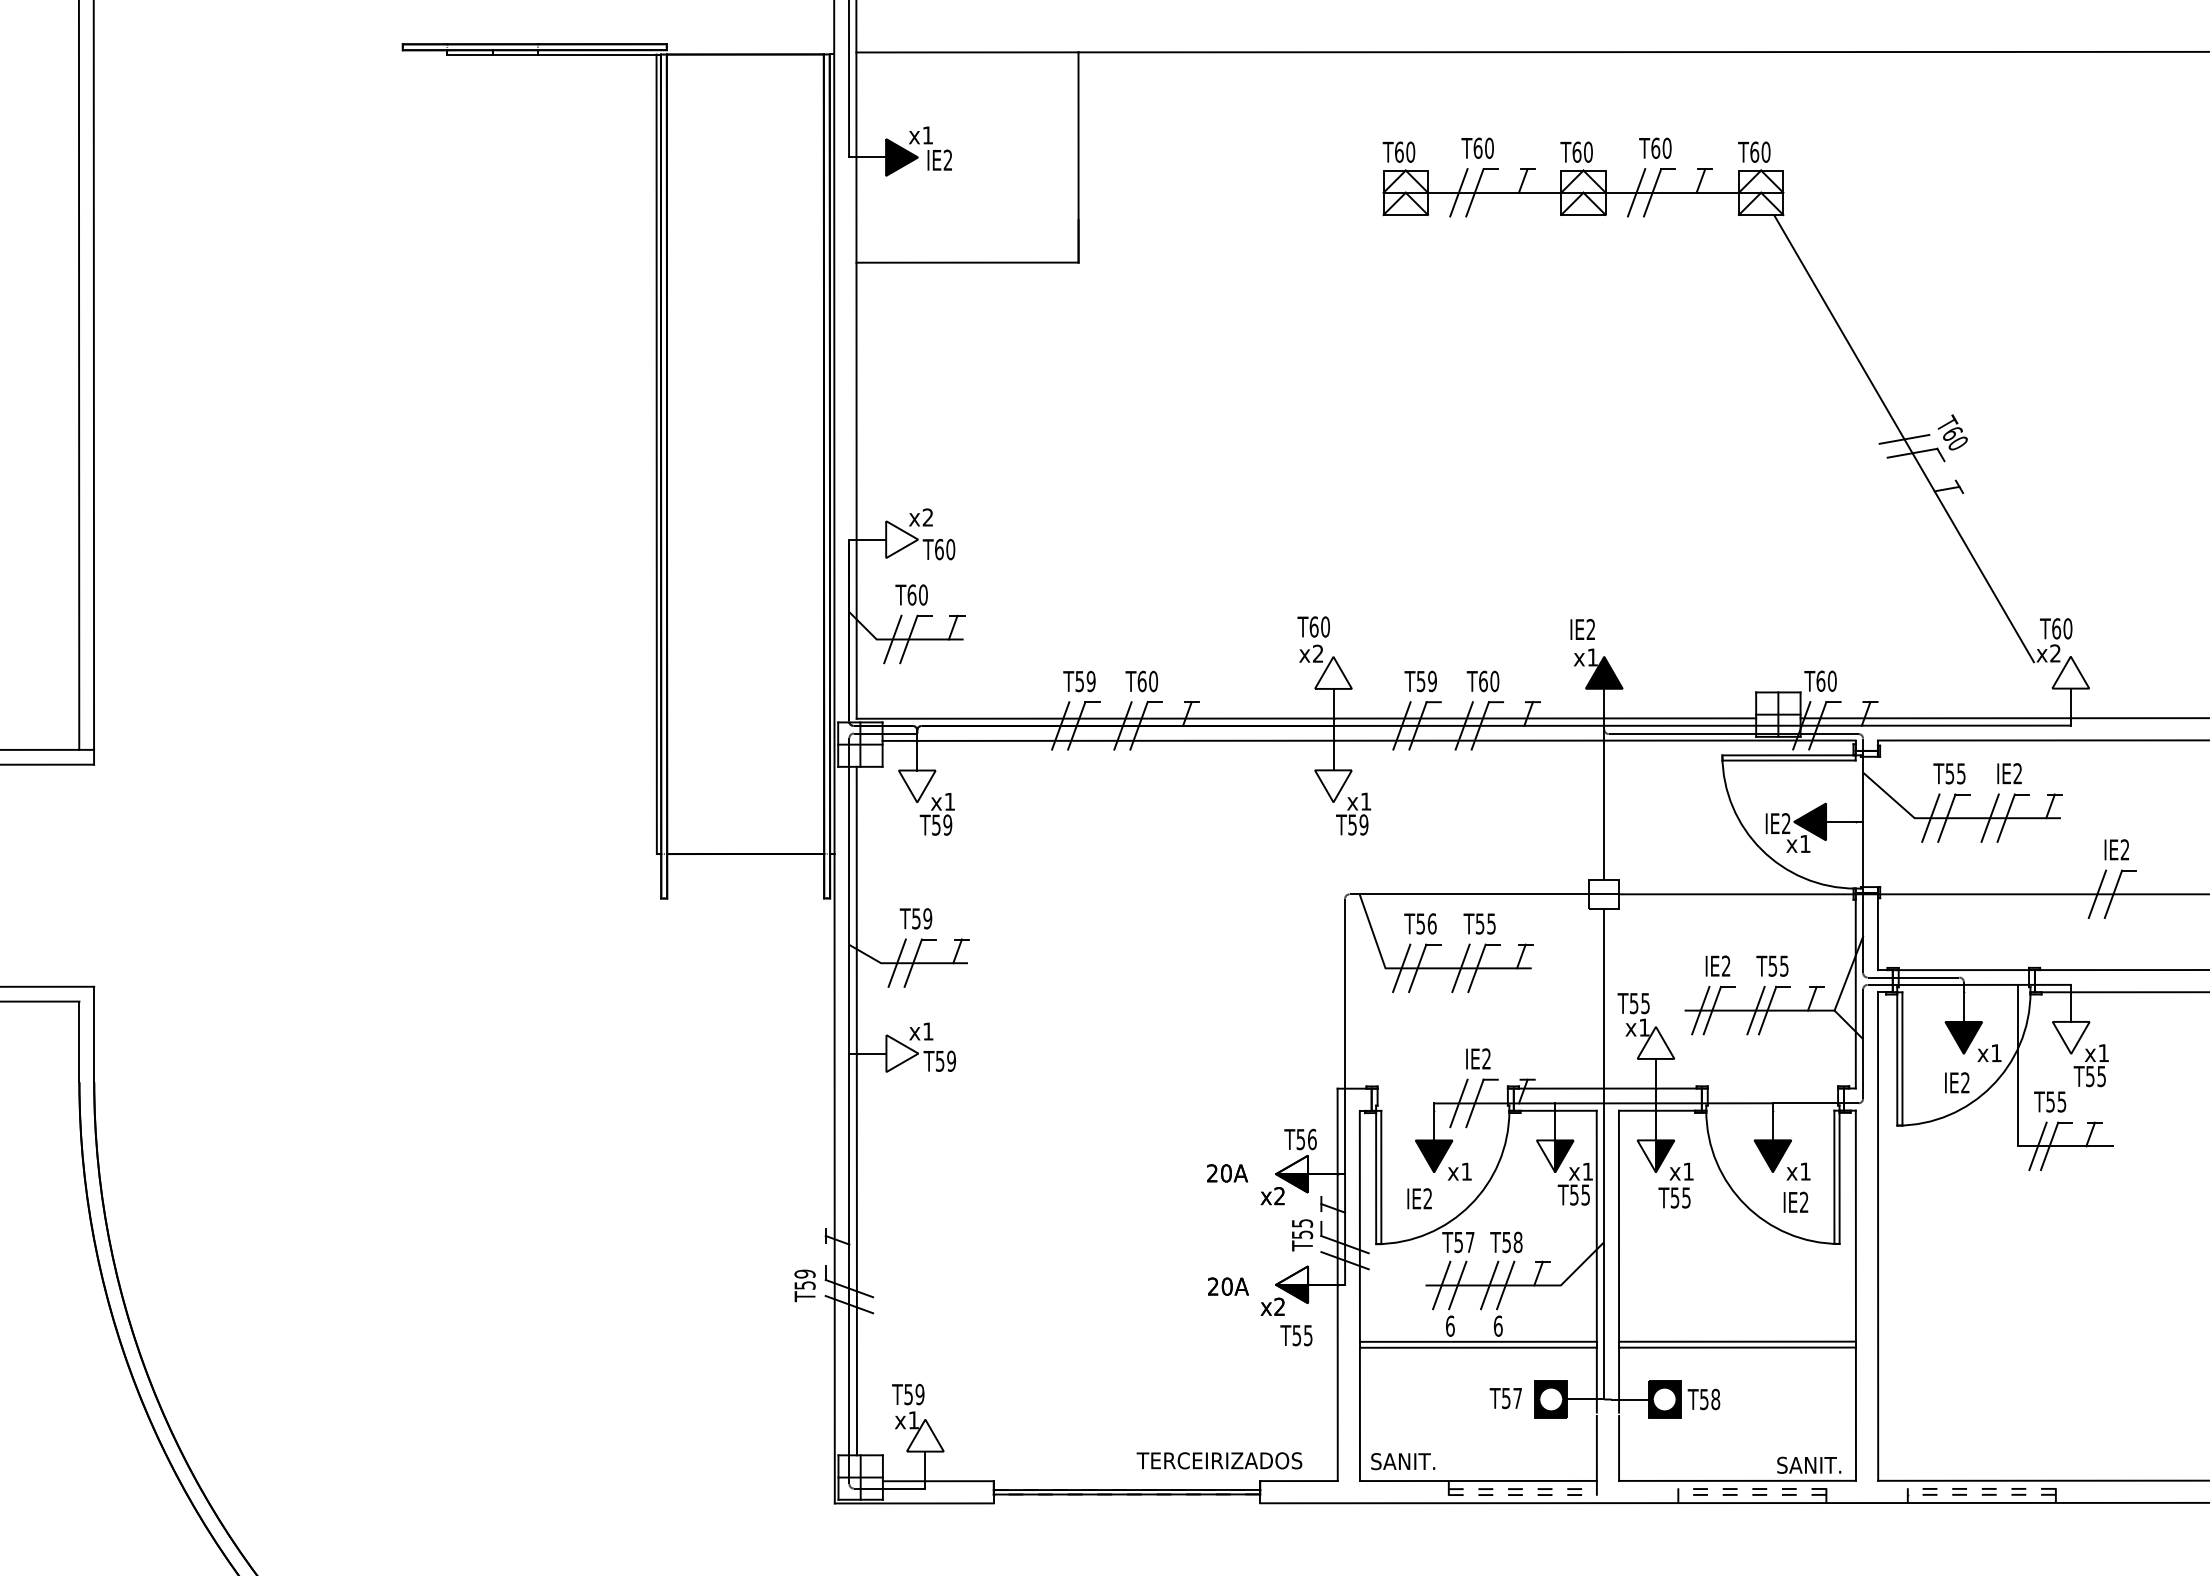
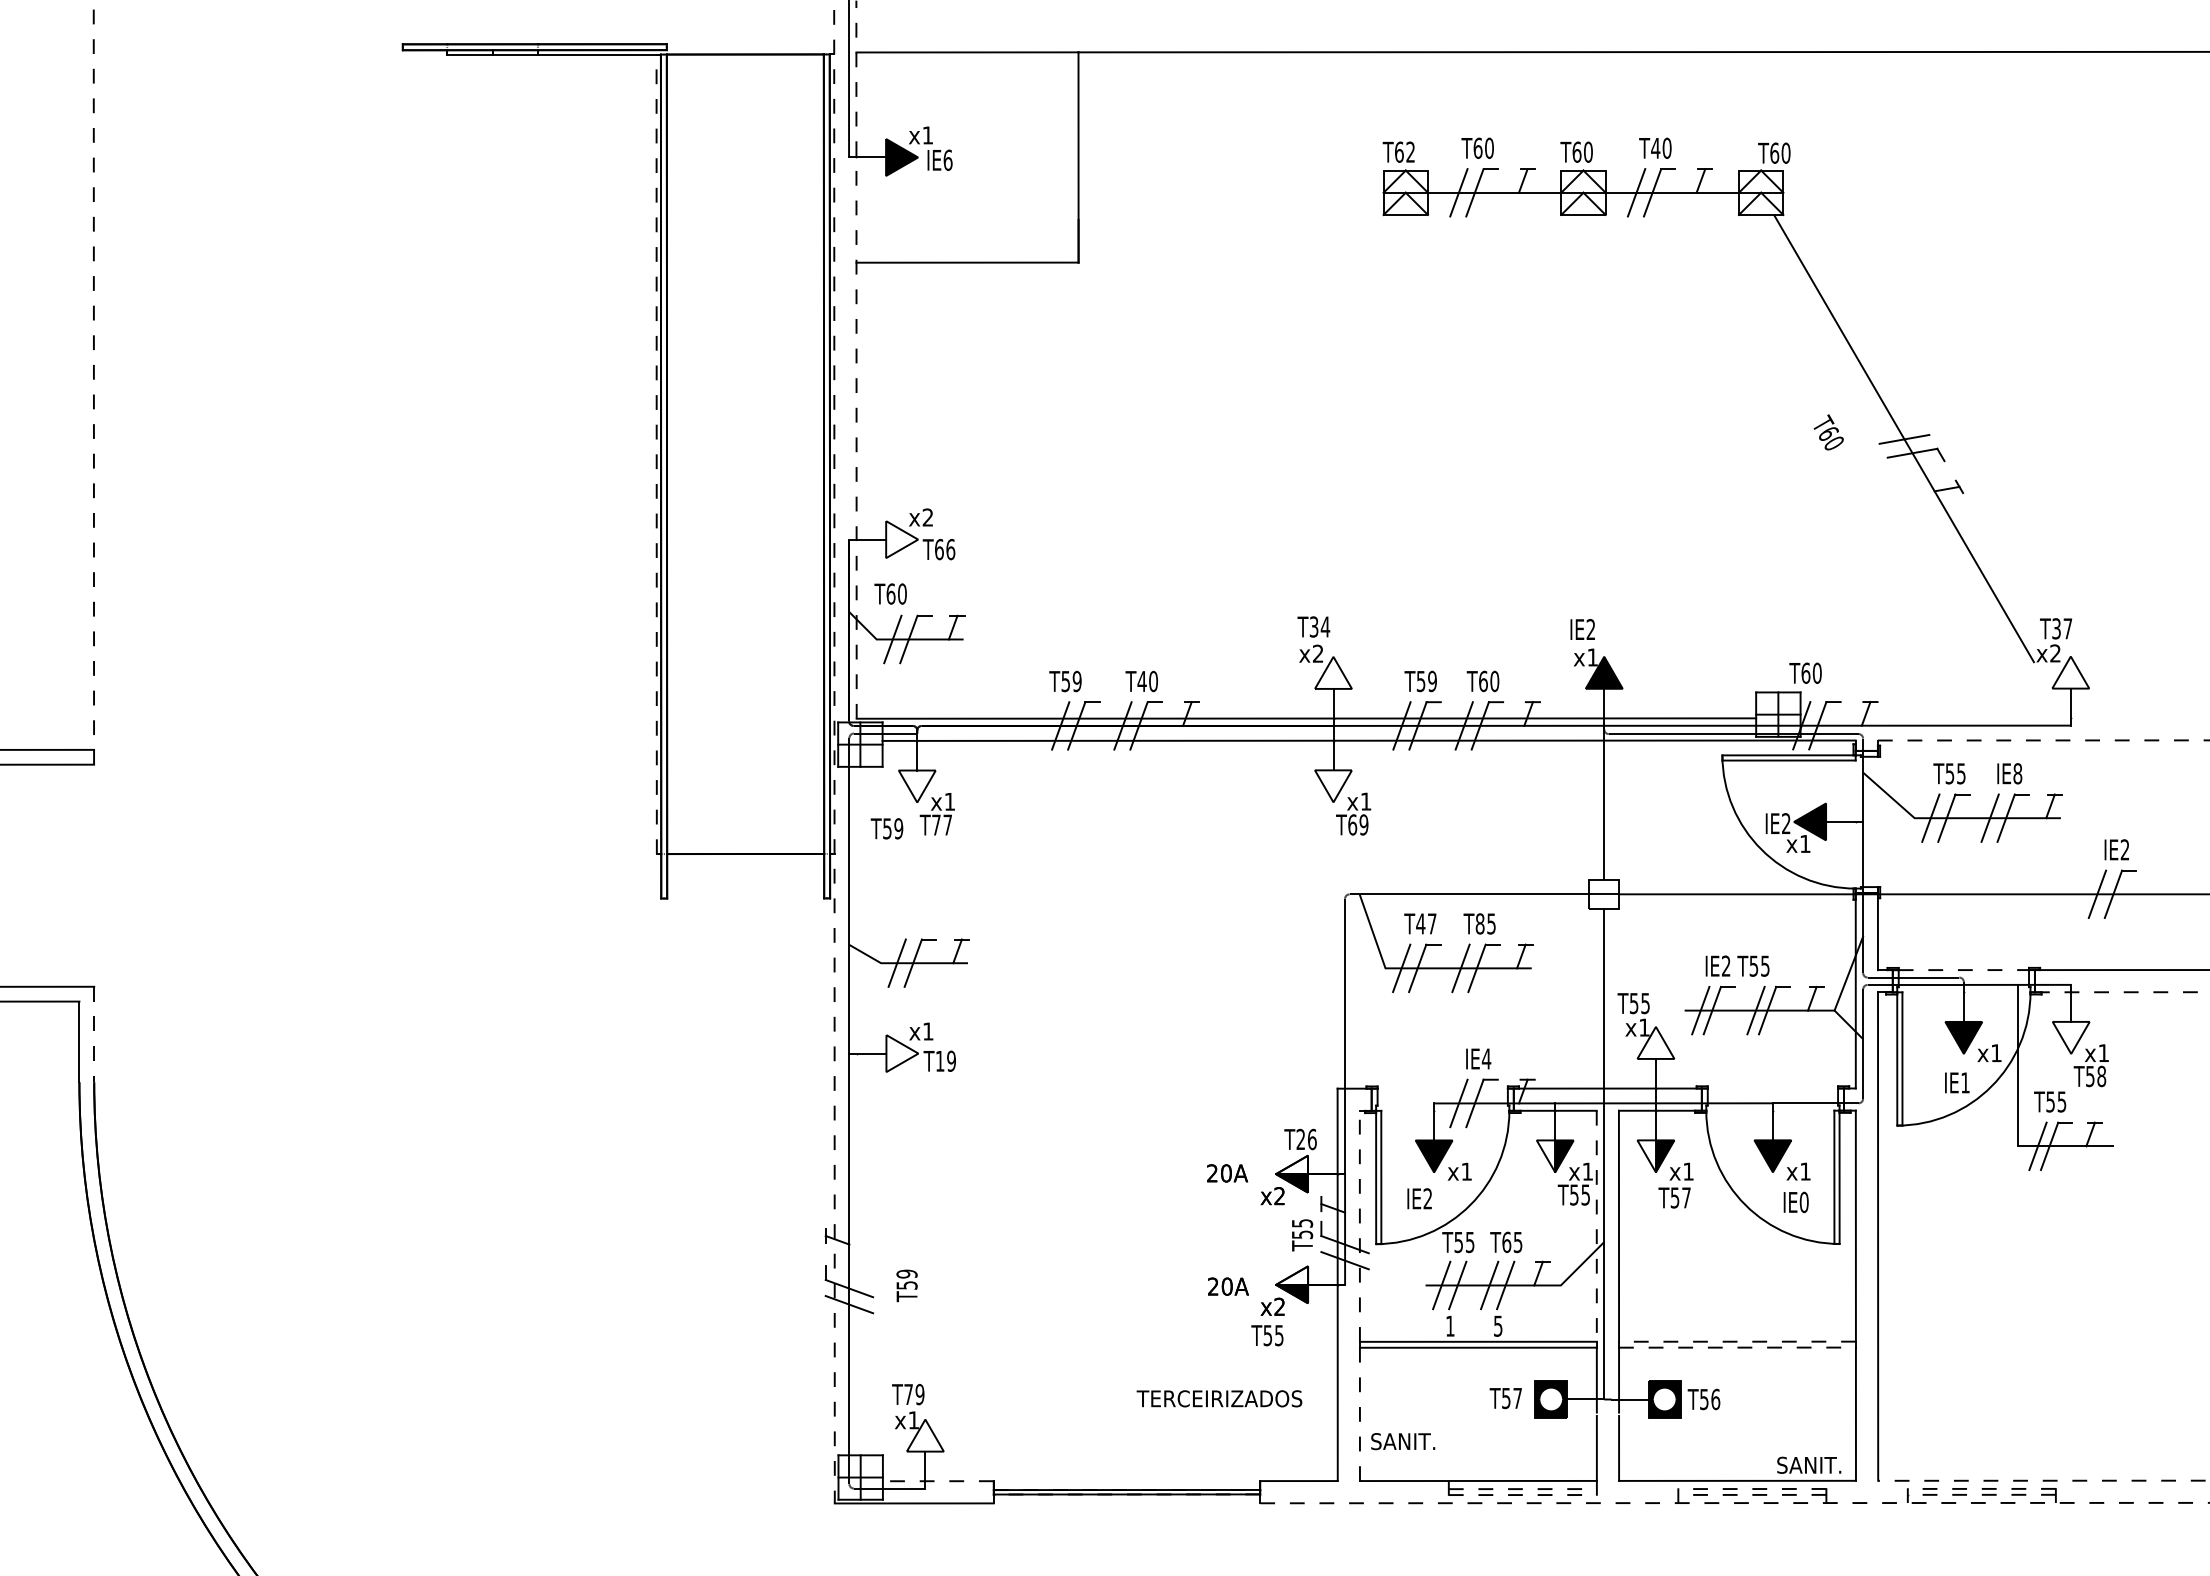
text at (1655, 147): T60 -> T40
text at (1410, 151): T60 -> T62
text at (1754, 151) position: (1754, 151) -> (1774, 152)
text at (947, 159): IE2 -> IE6
line at (856, 359): solid -> dashed
line at (78, 375): present -> none
line at (93, 382): solid -> dashed
text at (1952, 432) position: (1952, 432) -> (1828, 432)
line at (656, 454): solid -> dashed
text at (950, 549): T60 -> T66
text at (911, 594) position: (911, 594) -> (890, 593)
text at (1319, 626): T60 -> T34
text at (2062, 628): T60 -> T37
text at (1820, 680) position: (1820, 680) -> (1805, 672)
text at (1079, 681) position: (1079, 681) -> (1065, 681)
text at (1141, 681): T60 -> T40
line at (2003, 718): present -> none
line at (2043, 740): solid -> dashed
line at (834, 751): solid -> dashed
text at (2017, 773): IE2 -> IE8
text at (942, 824): T59 -> T77
text at (1352, 824): T59 -> T69
text at (915, 918) position: (915, 918) -> (886, 828)
text at (1426, 923): T56 -> T47
text at (1479, 923): T55 -> T85
text at (1772, 965) position: (1772, 965) -> (1753, 965)
line at (1964, 970): solid -> dashed
line at (2122, 992): solid -> dashed
line at (94, 1034): solid -> dashed
text at (1486, 1058): IE2 -> IE4
text at (940, 1061): T59 -> T19
text at (2101, 1076): T55 -> T58
text at (1965, 1082): IE2 -> IE1
line at (856, 1110): present -> none
text at (1300, 1139): T56 -> T26
text at (1686, 1197): T55 -> T57
text at (1803, 1202): IE2 -> IE0
line at (1359, 1225): solid -> dashed
line at (1596, 1226): solid -> dashed
text at (1470, 1242): T57 -> T55
text at (1512, 1242): T58 -> T65
text at (804, 1285) position: (804, 1285) -> (906, 1285)
text at (1450, 1325): 6 -> 1
text at (1497, 1325): 6 -> 5
text at (1296, 1335) position: (1296, 1335) -> (1267, 1335)
line at (1736, 1341): solid -> dashed
line at (1737, 1347): solid -> dashed
text at (908, 1394): T59 -> T79
text at (1715, 1398): T58 -> T56
line at (1359, 1414): solid -> dashed
text at (1219, 1460) position: (1219, 1460) -> (1219, 1398)
text at (1403, 1461) position: (1403, 1461) -> (1403, 1441)
line at (2044, 1480): solid -> dashed
line at (937, 1481): solid -> dashed
line at (1734, 1503): solid -> dashed
